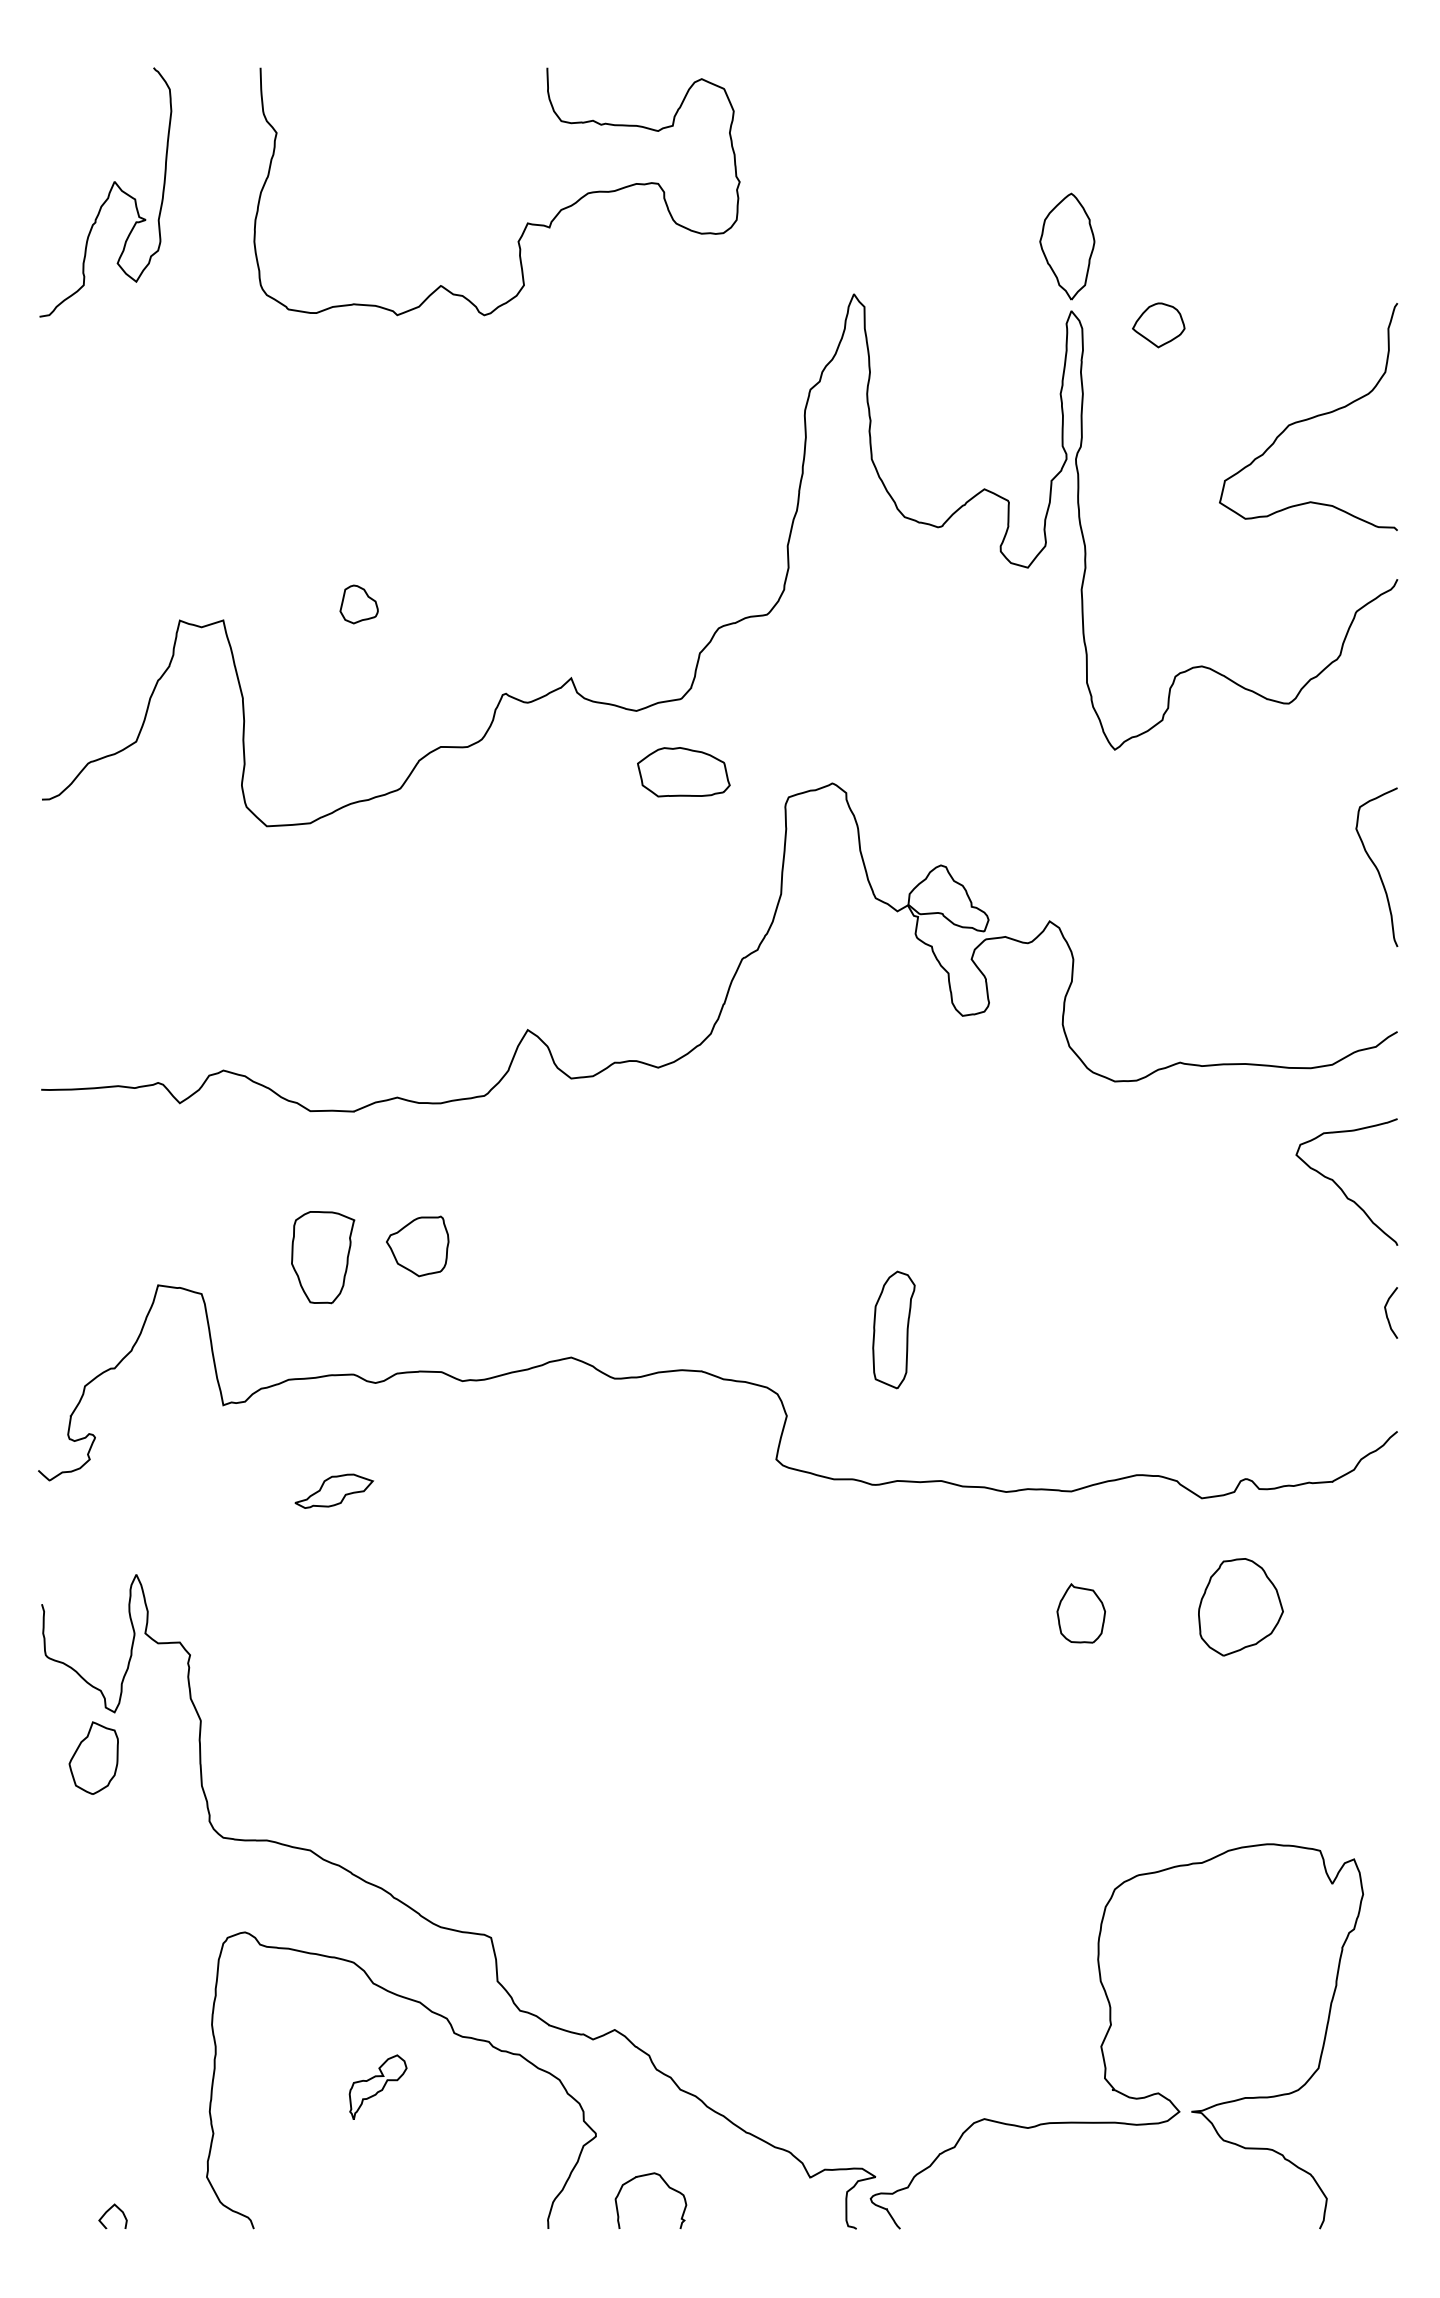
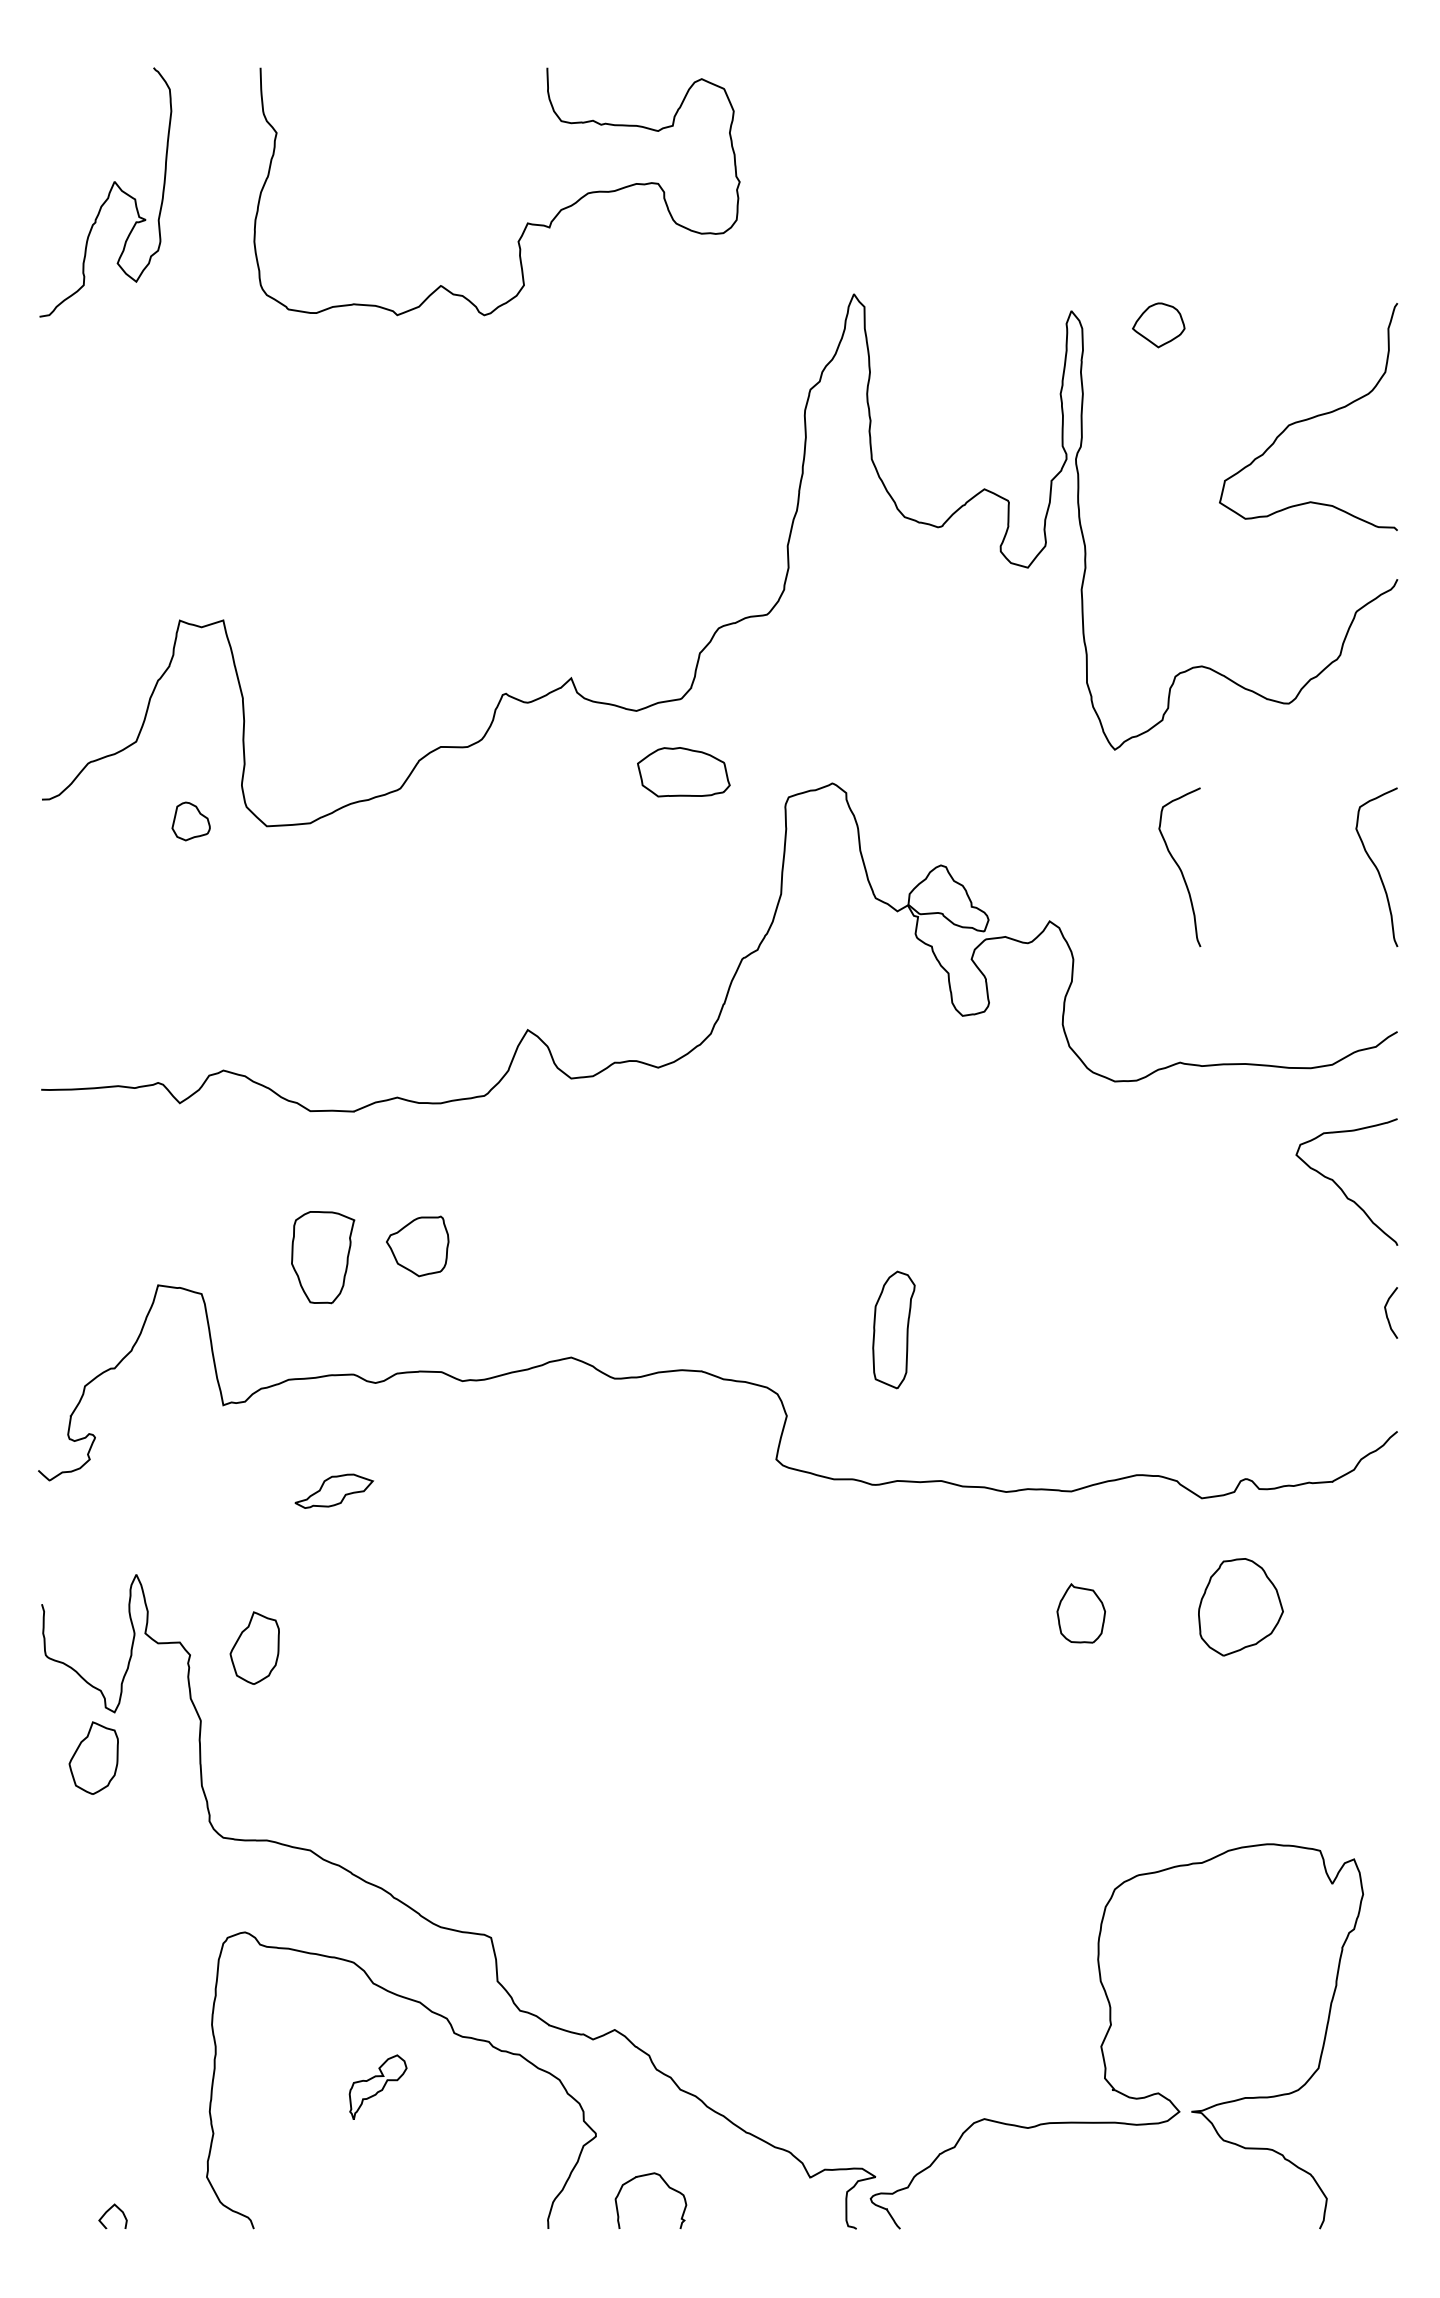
part at (1067, 246): present -> none
part at (358, 604) position: (358, 604) -> (190, 821)
curve at (1179, 867): none -> present
part at (254, 1647): none -> present
